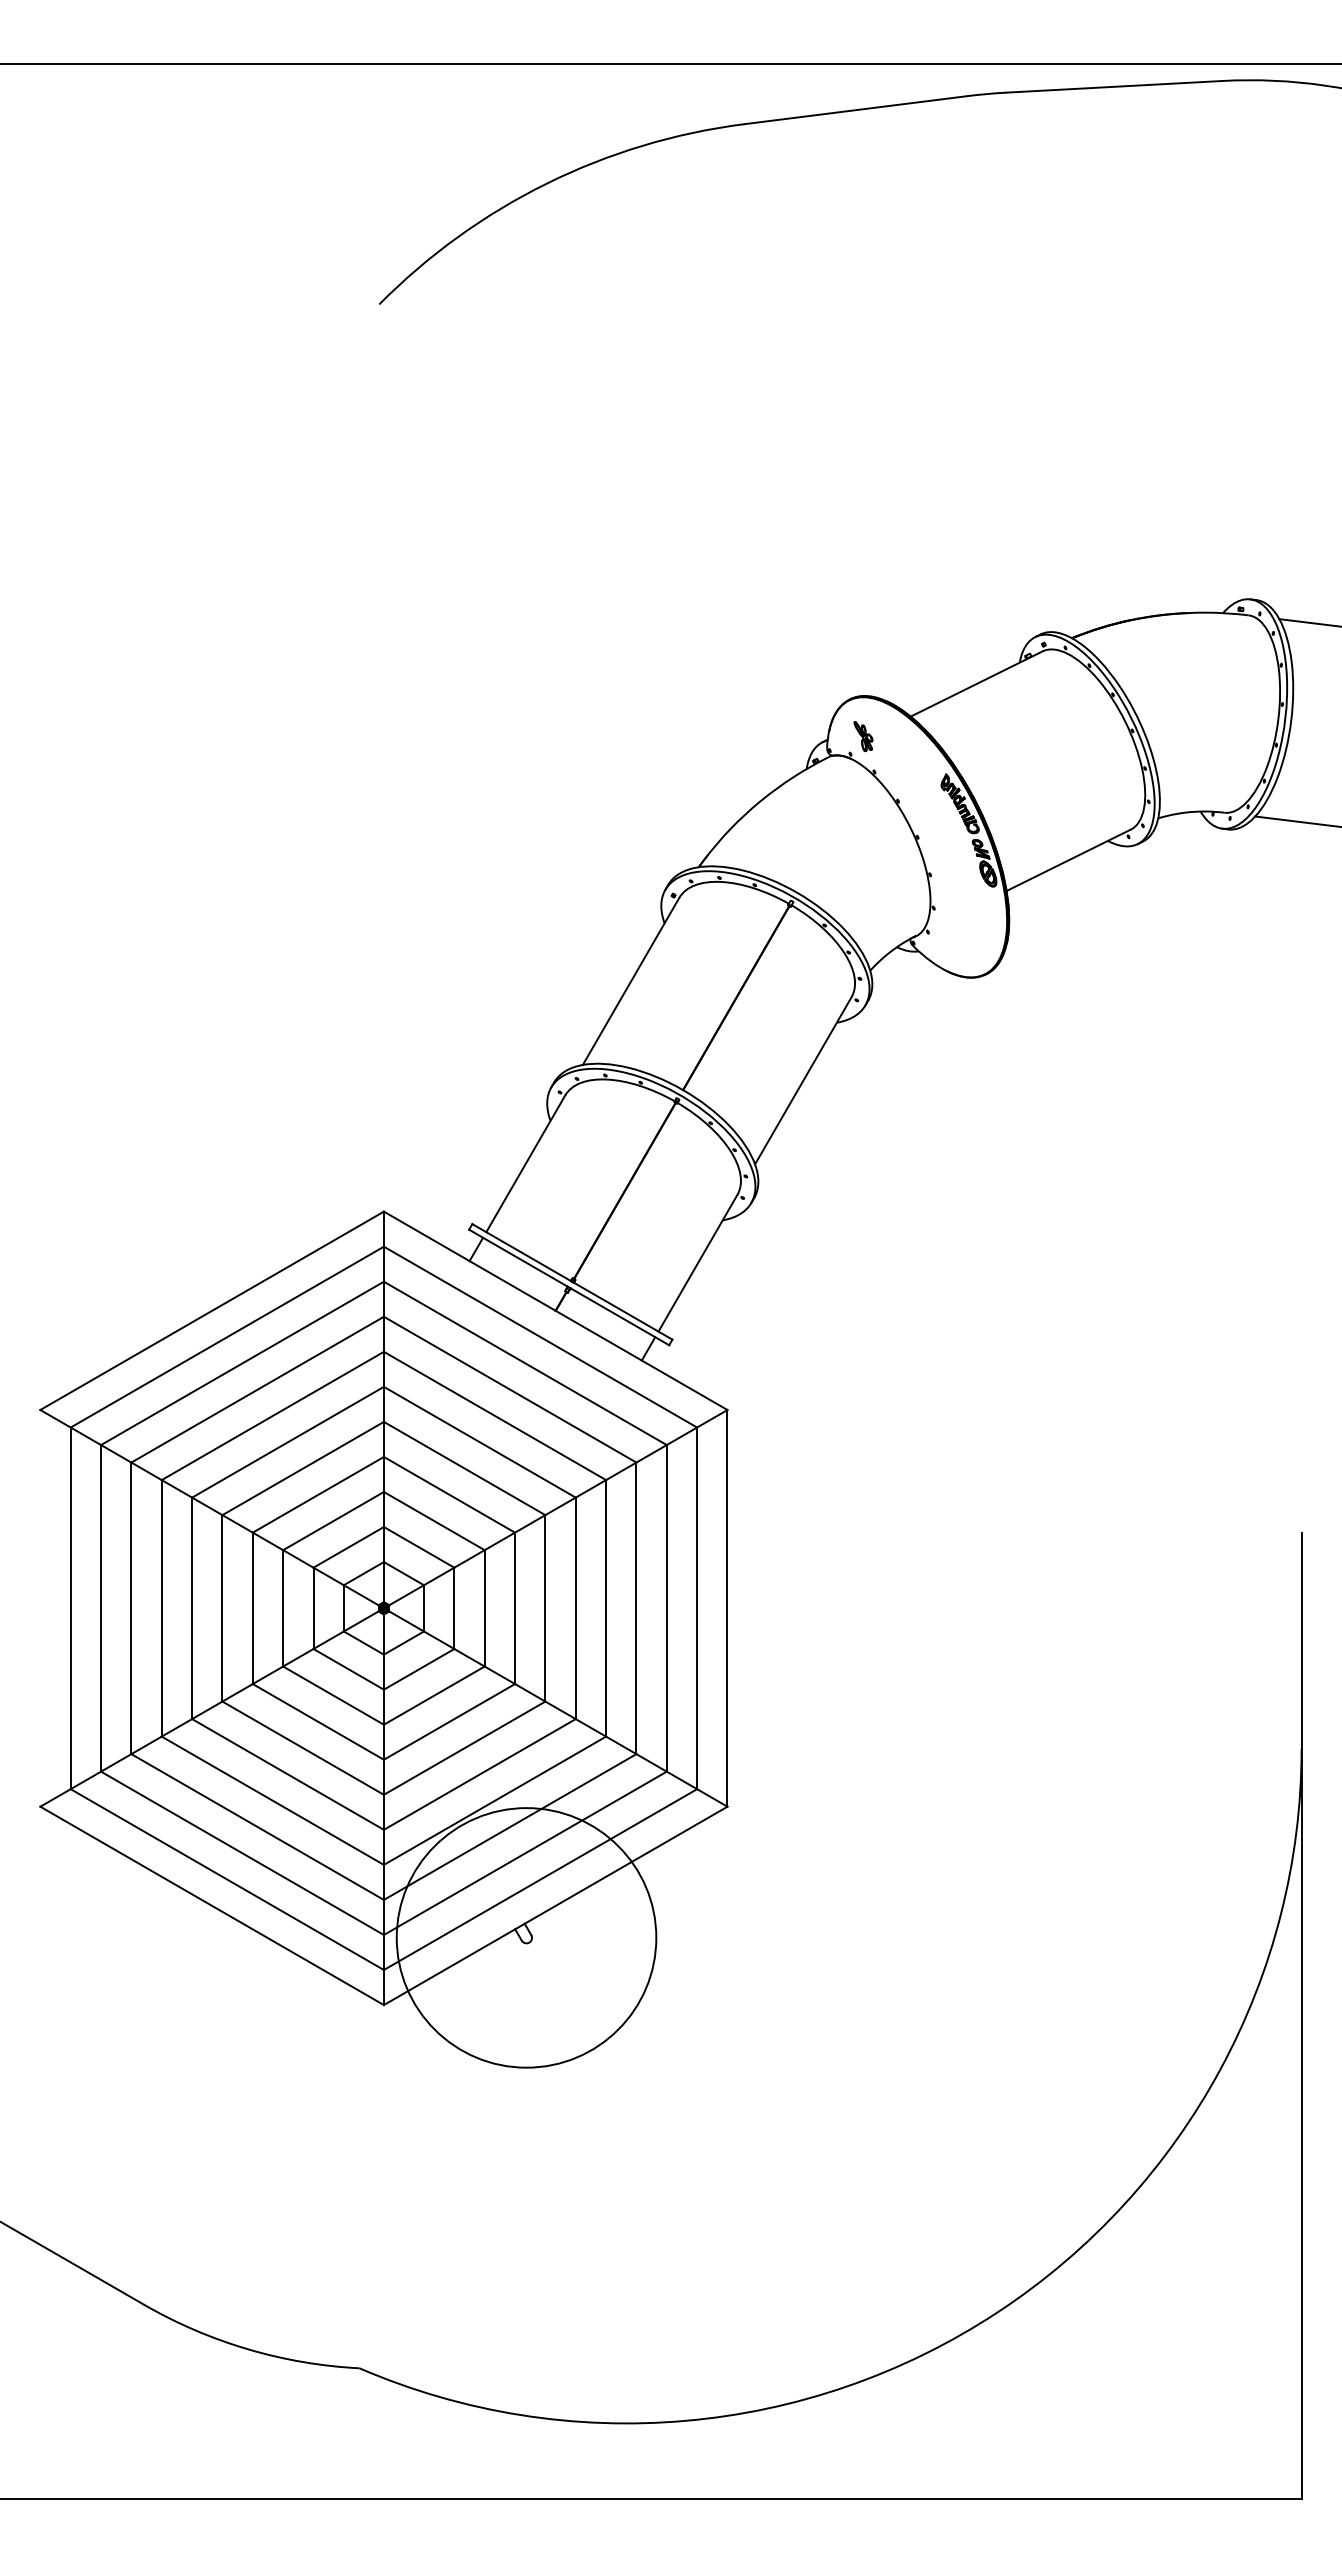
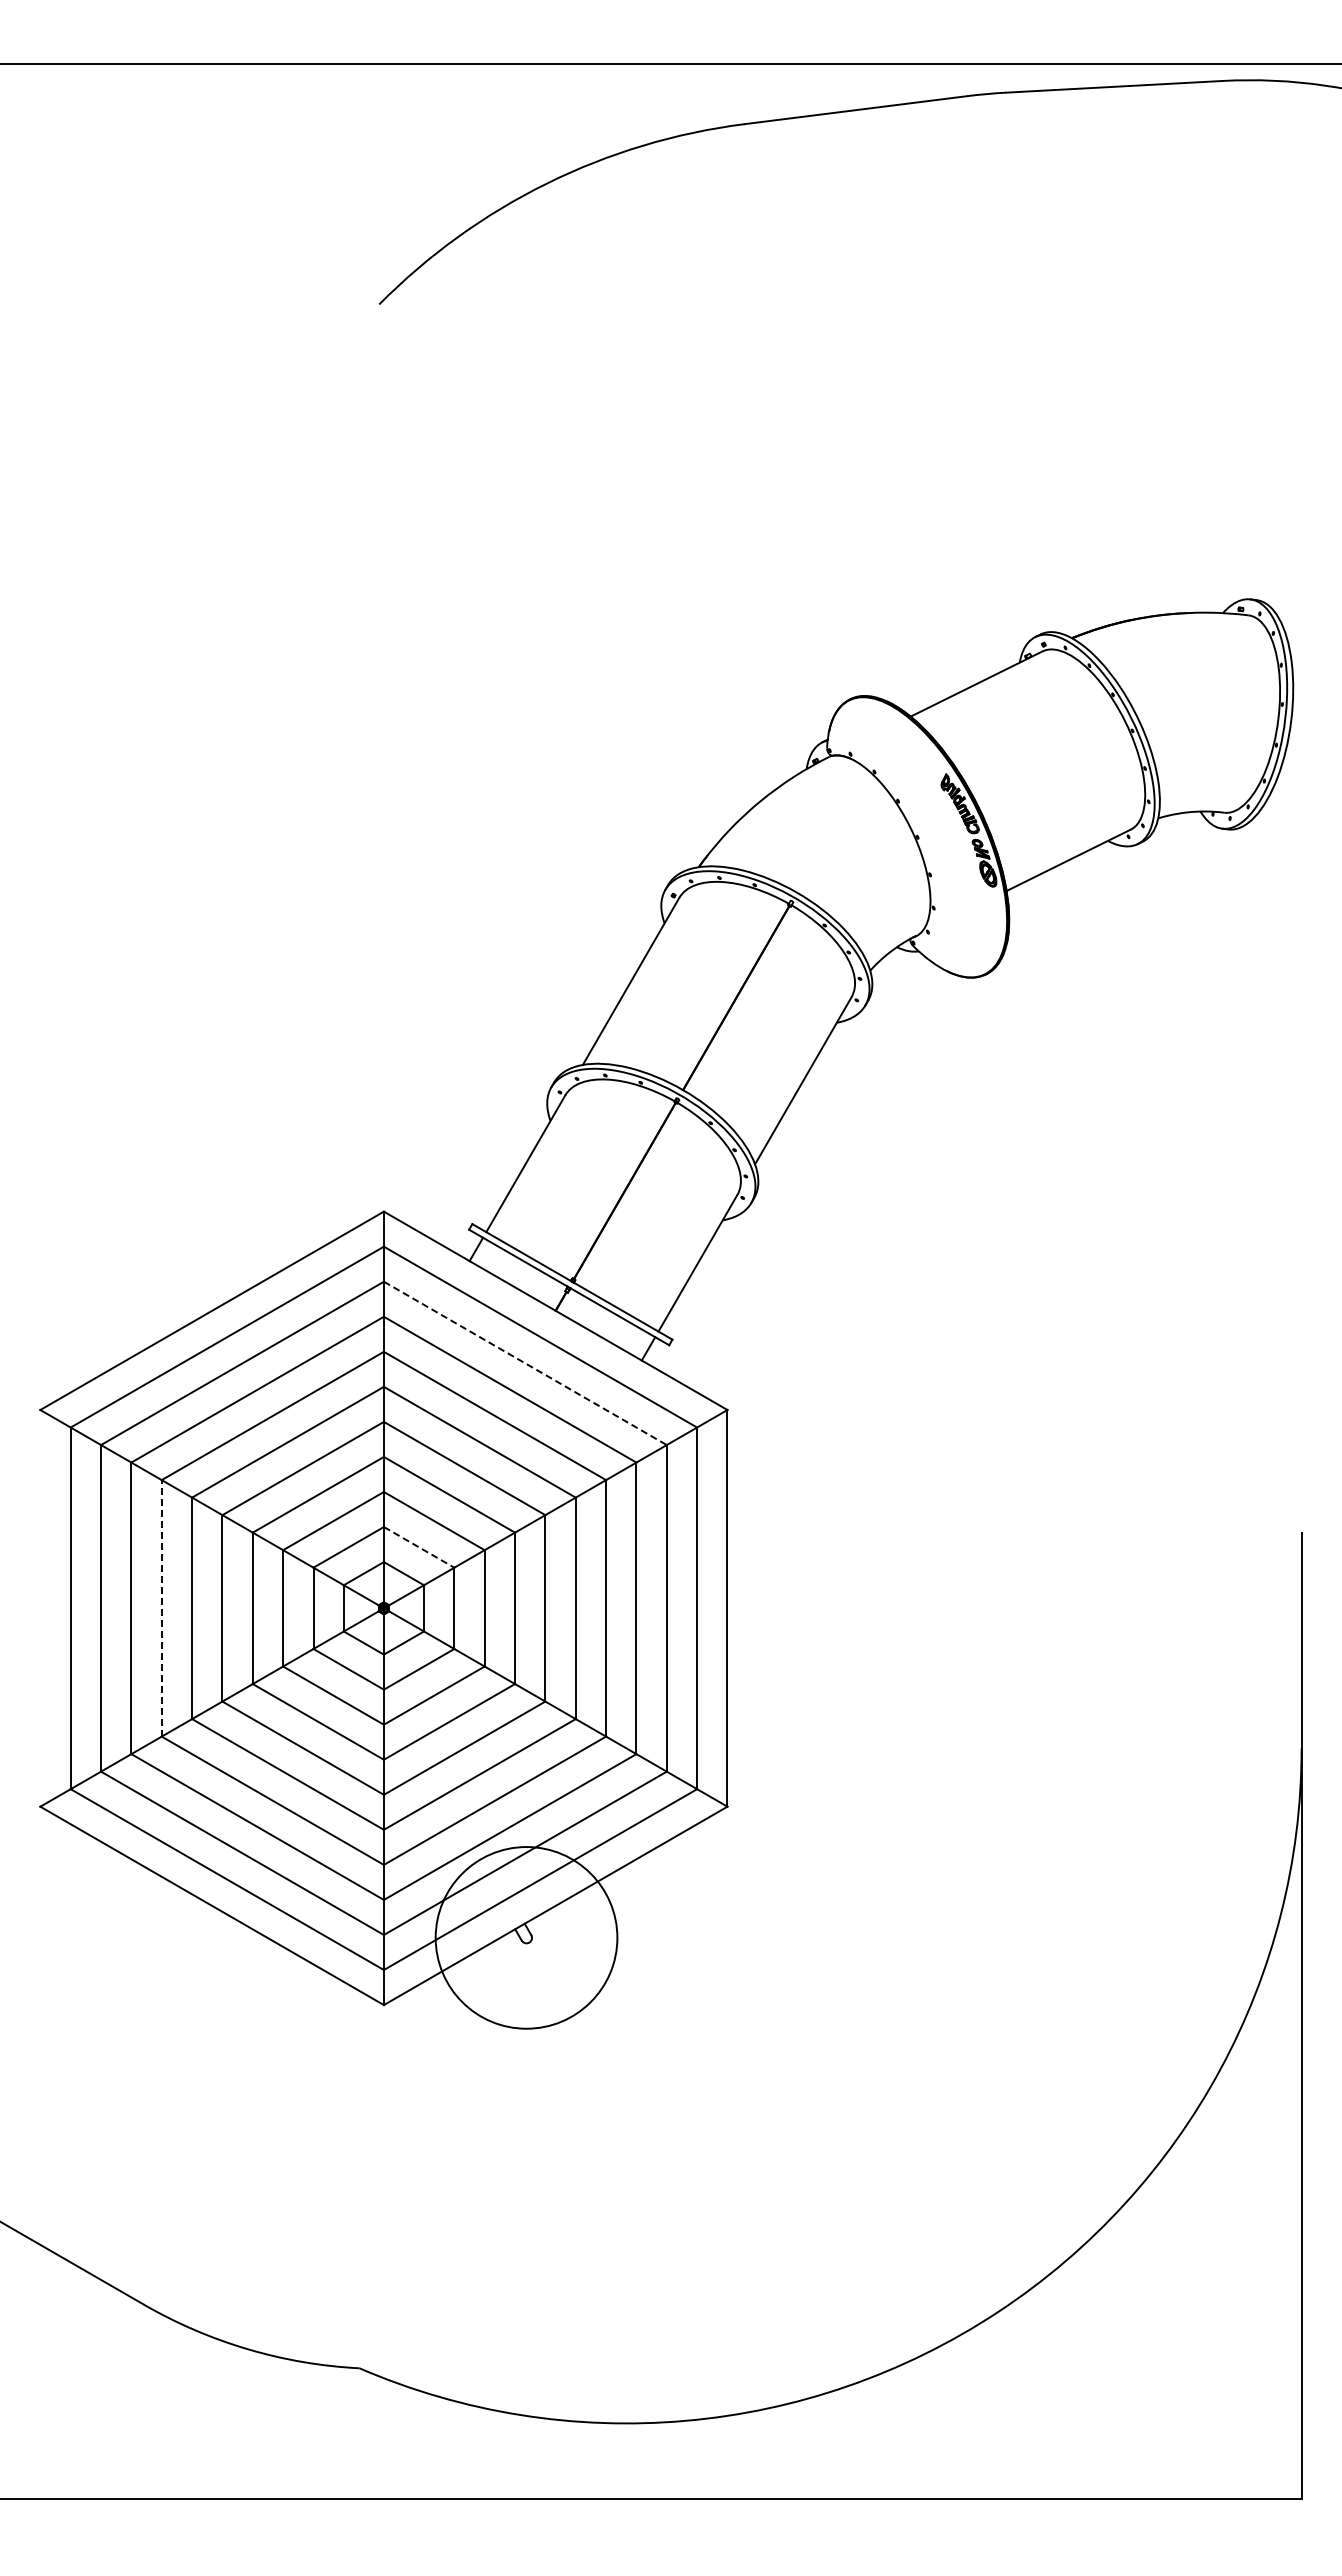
line at (1308, 622): present -> none
part at (863, 736): present -> none
line at (1296, 821): present -> none
line at (525, 1363): solid -> dashed
line at (419, 1547): solid -> dashed
line at (161, 1607): solid -> dashed
circle at (526, 1937) diameter: 260 px -> 182 px
